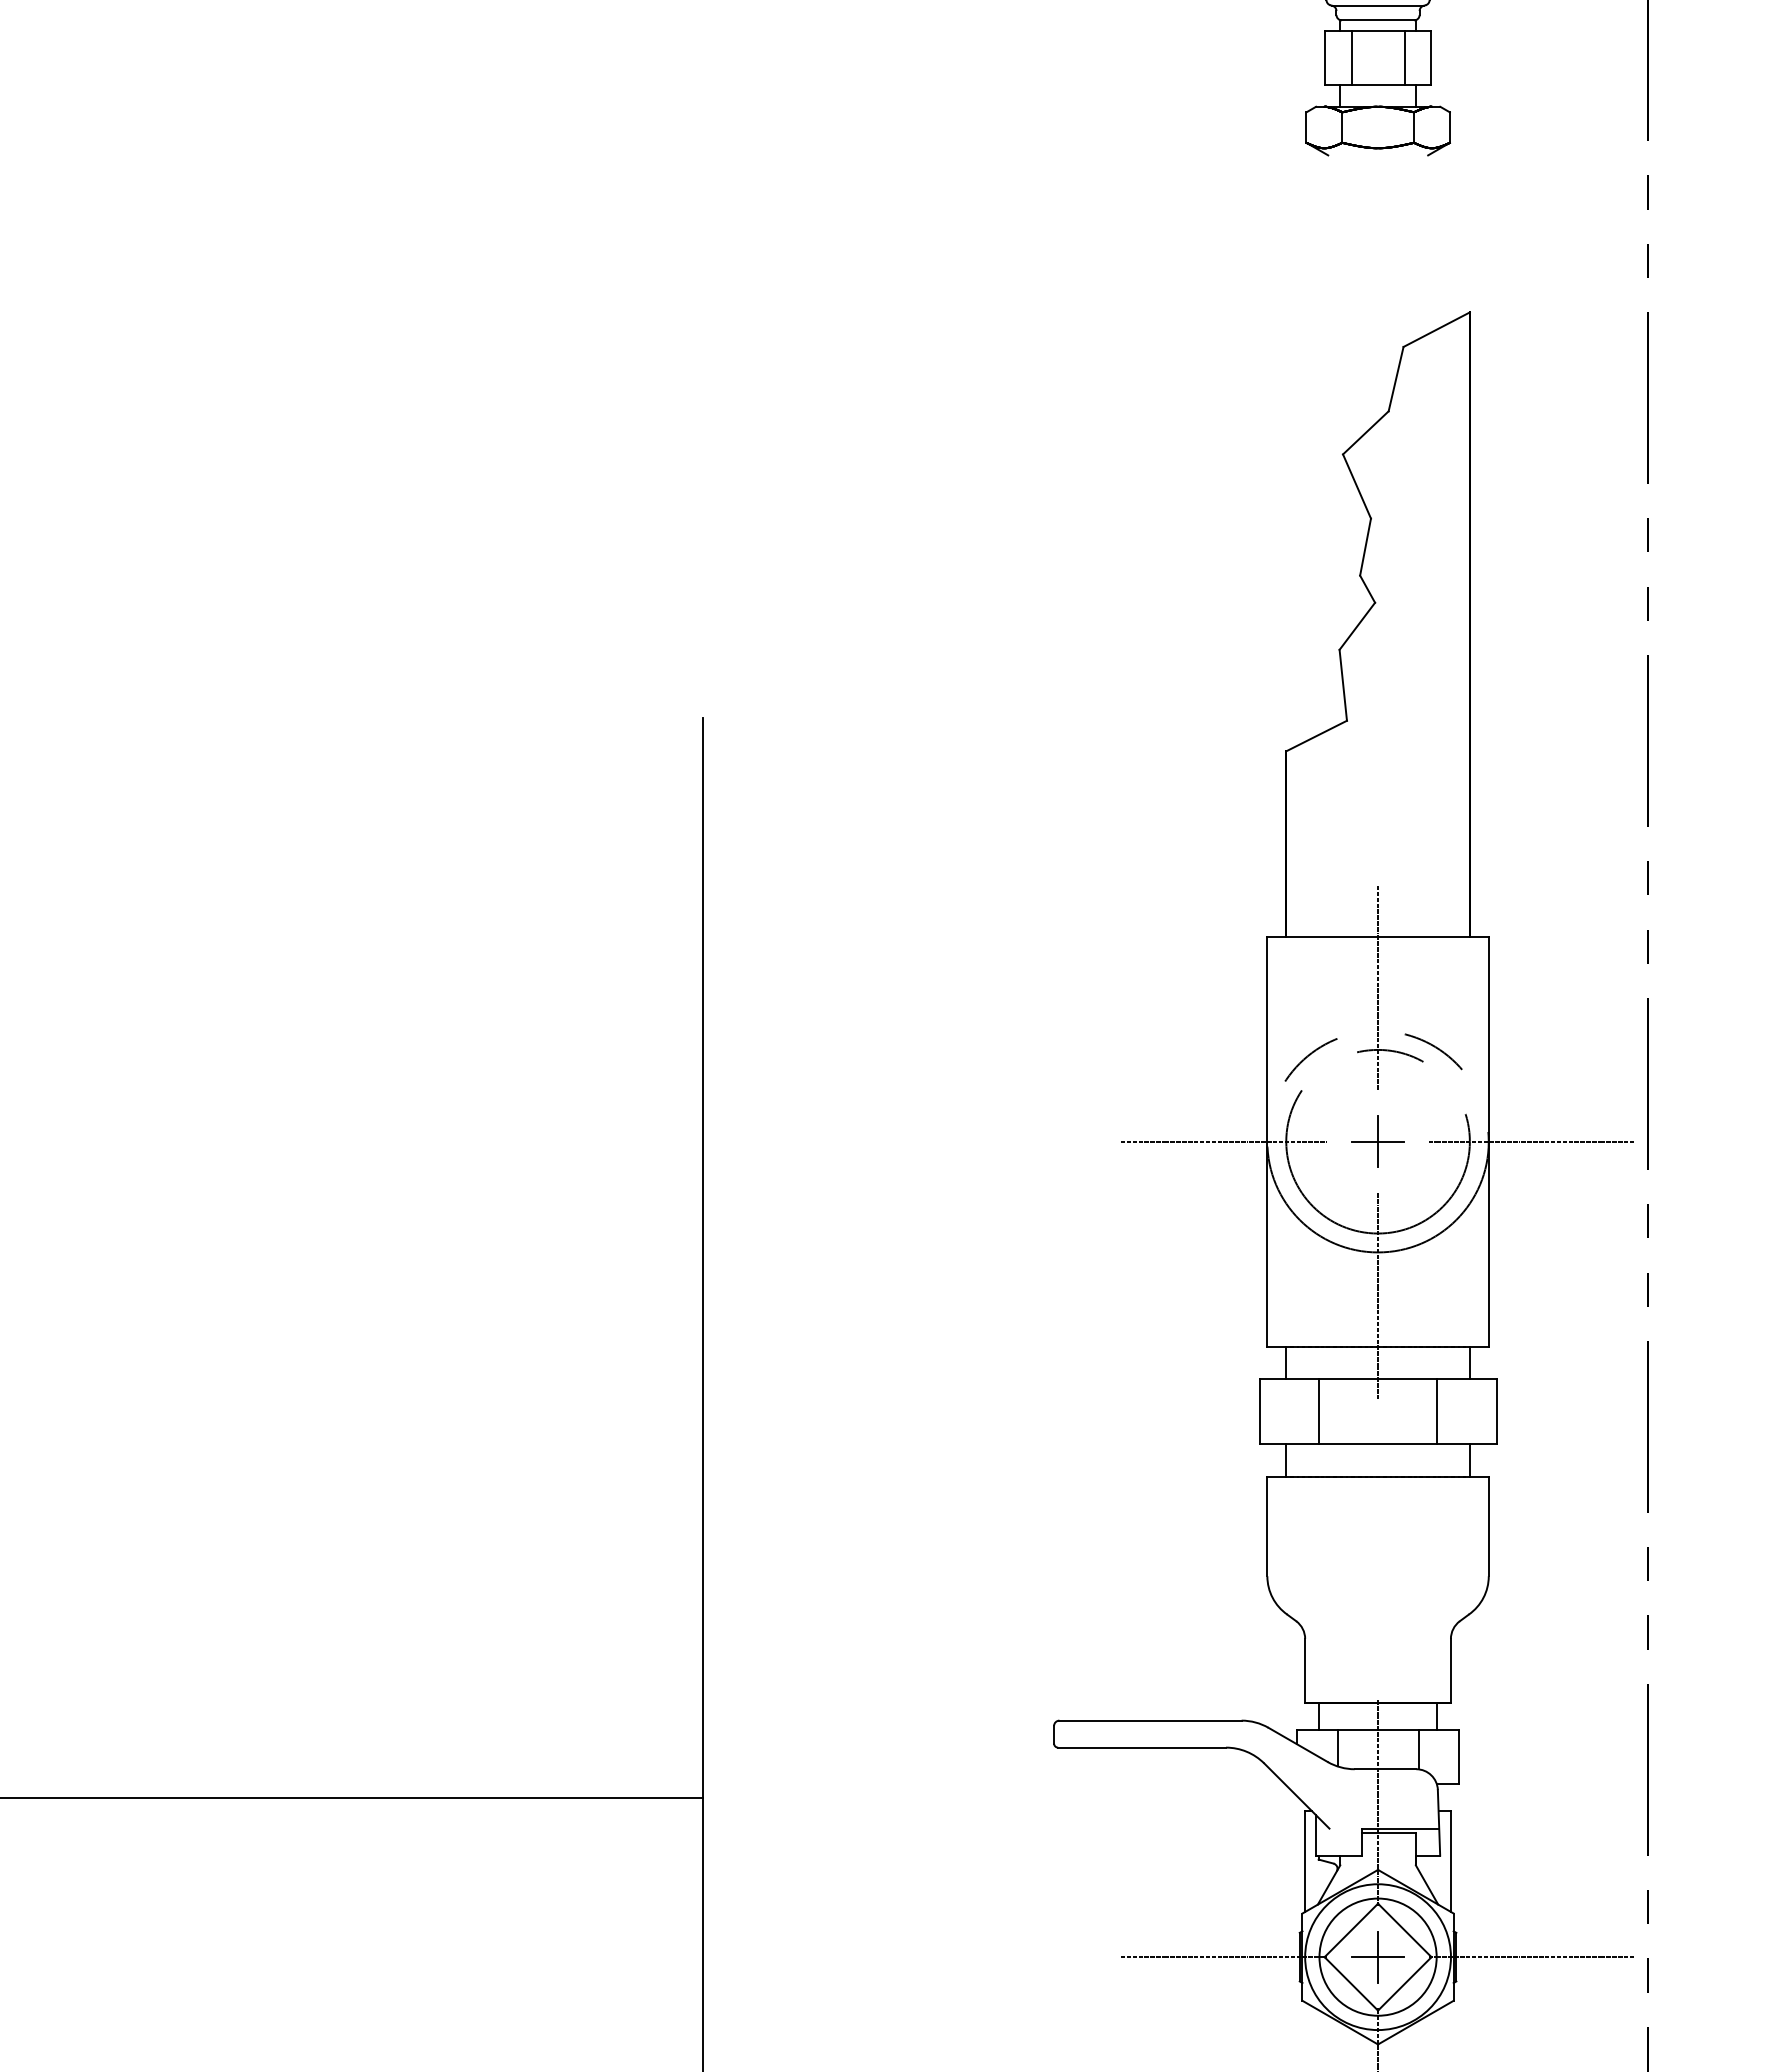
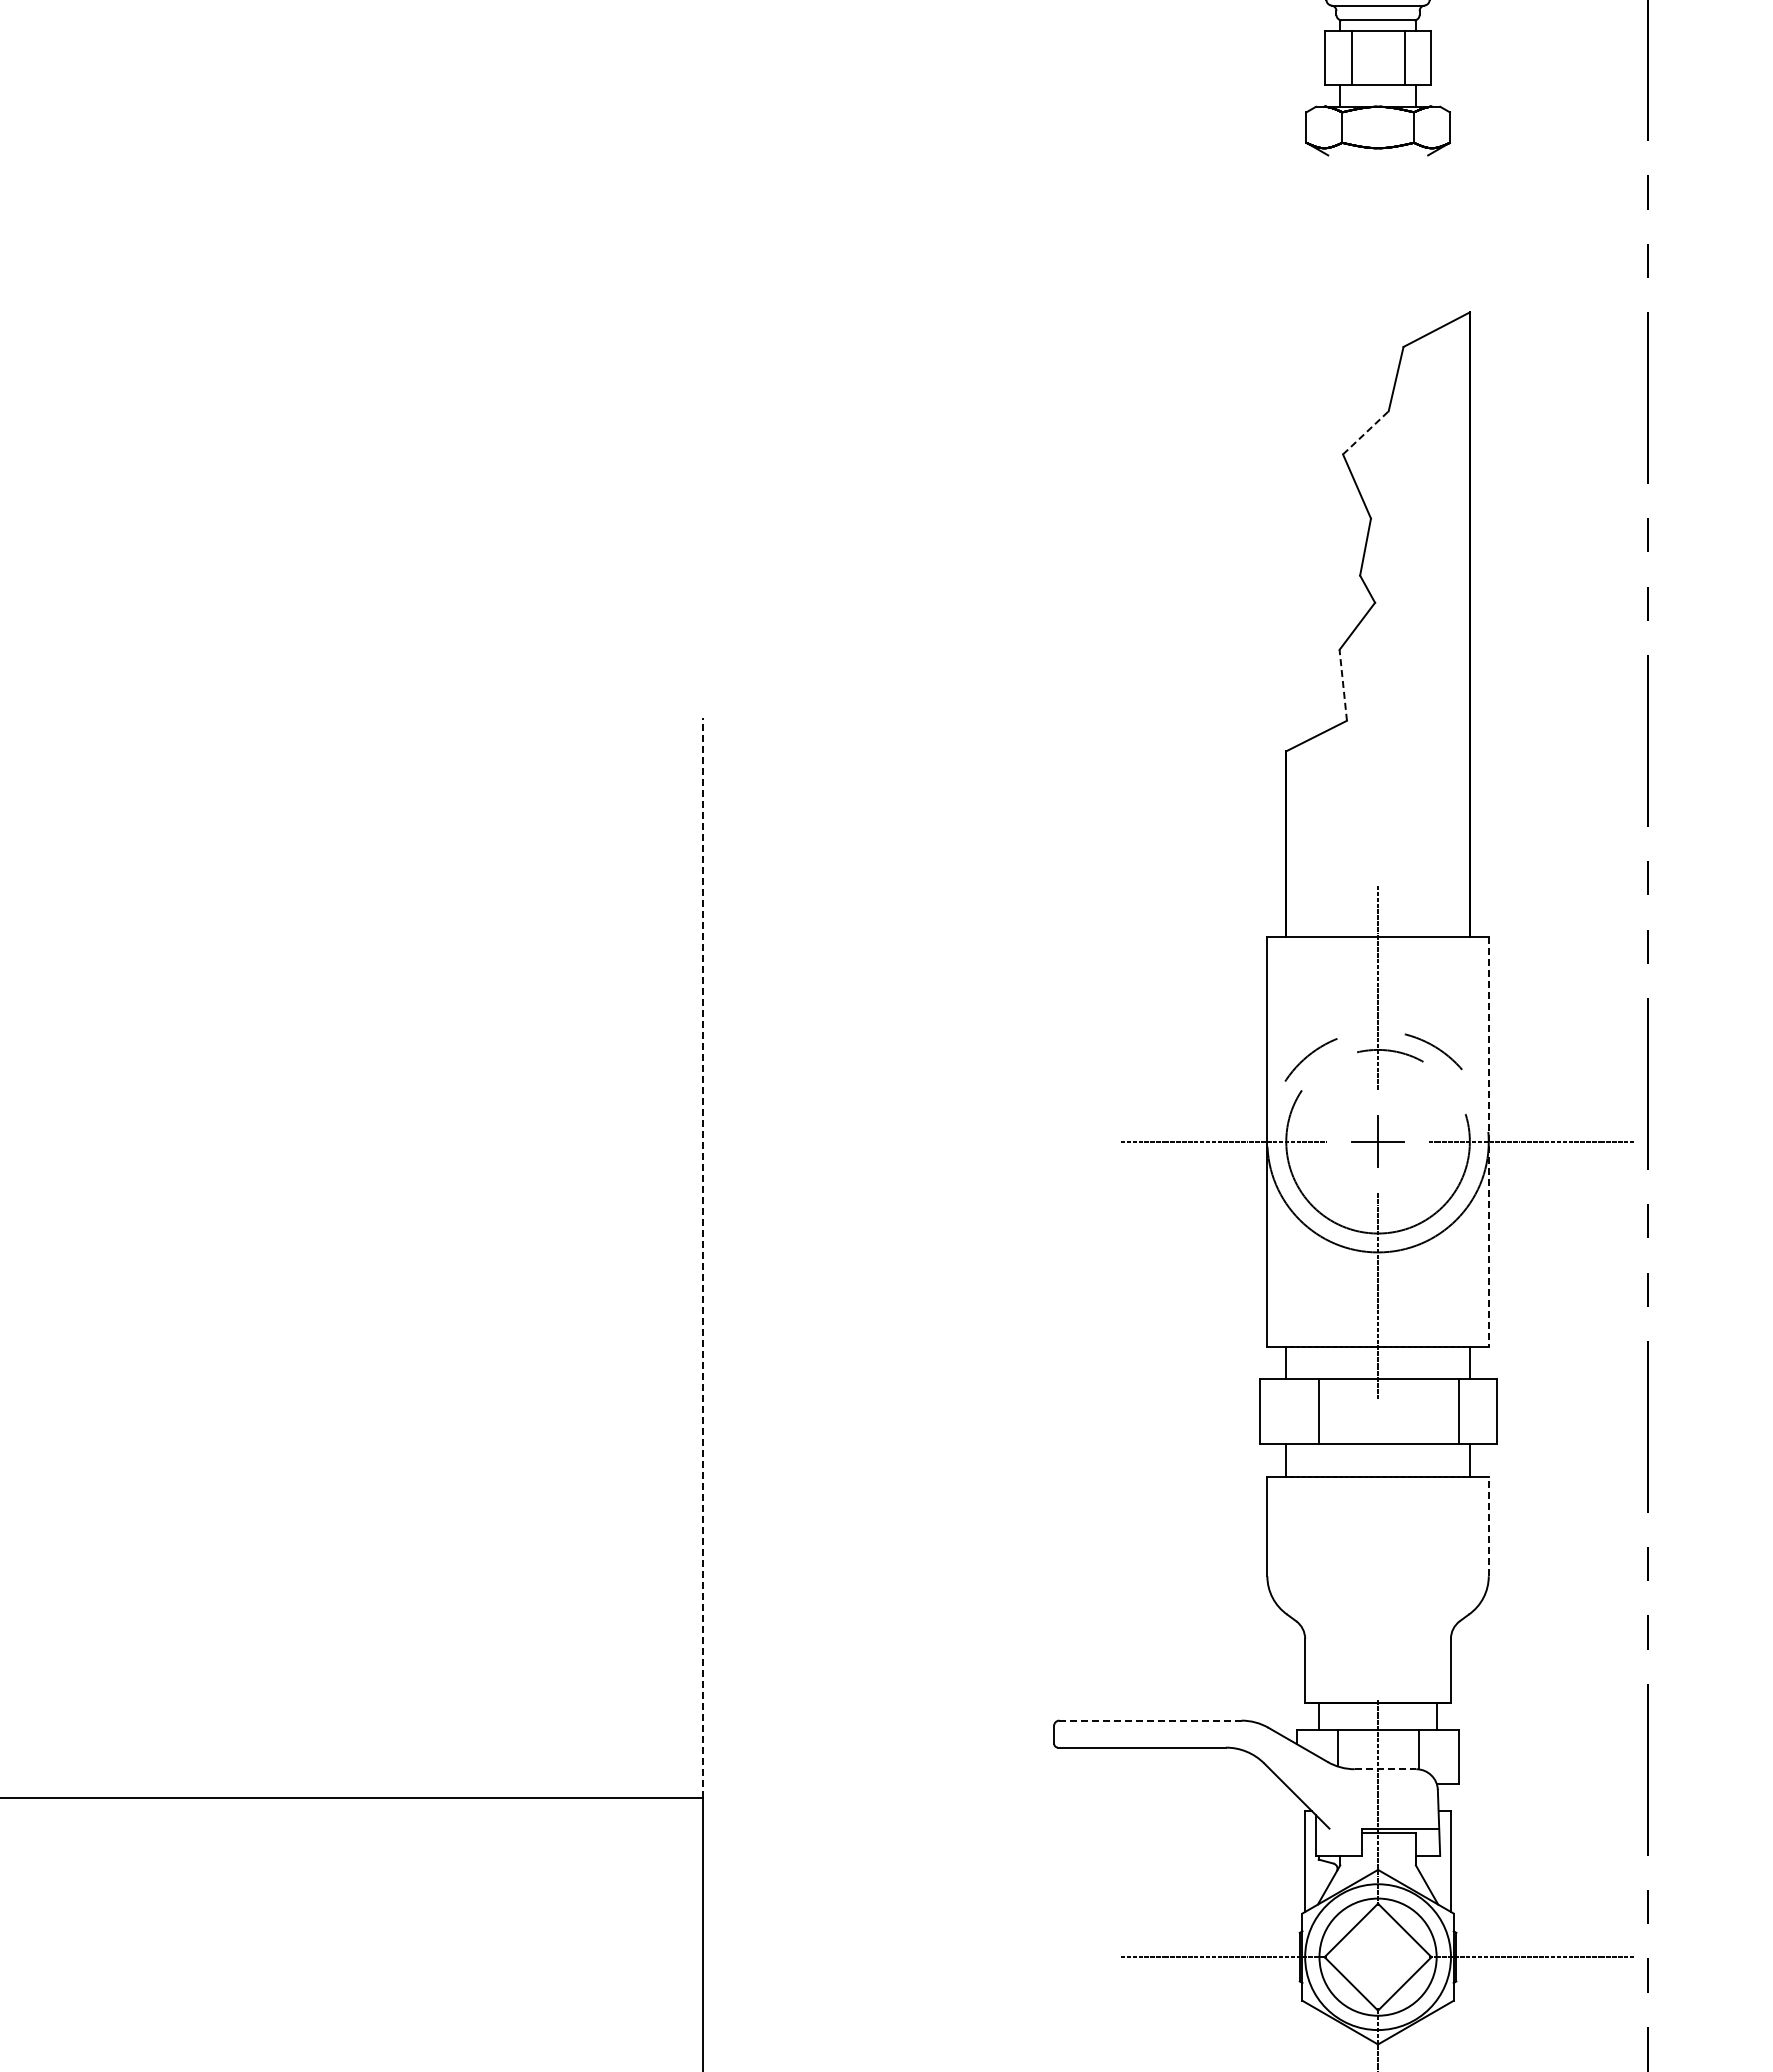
line at (1366, 432): solid -> dashed
line at (1343, 685): solid -> dashed
line at (1488, 1142): solid -> dashed
line at (703, 1257): solid -> dashed
line at (1437, 1411) position: (1437, 1411) -> (1459, 1411)
line at (1488, 1526): solid -> dashed
line at (1151, 1720): solid -> dashed
line at (1385, 1769): solid -> dashed
part at (1377, 1957): present -> none
